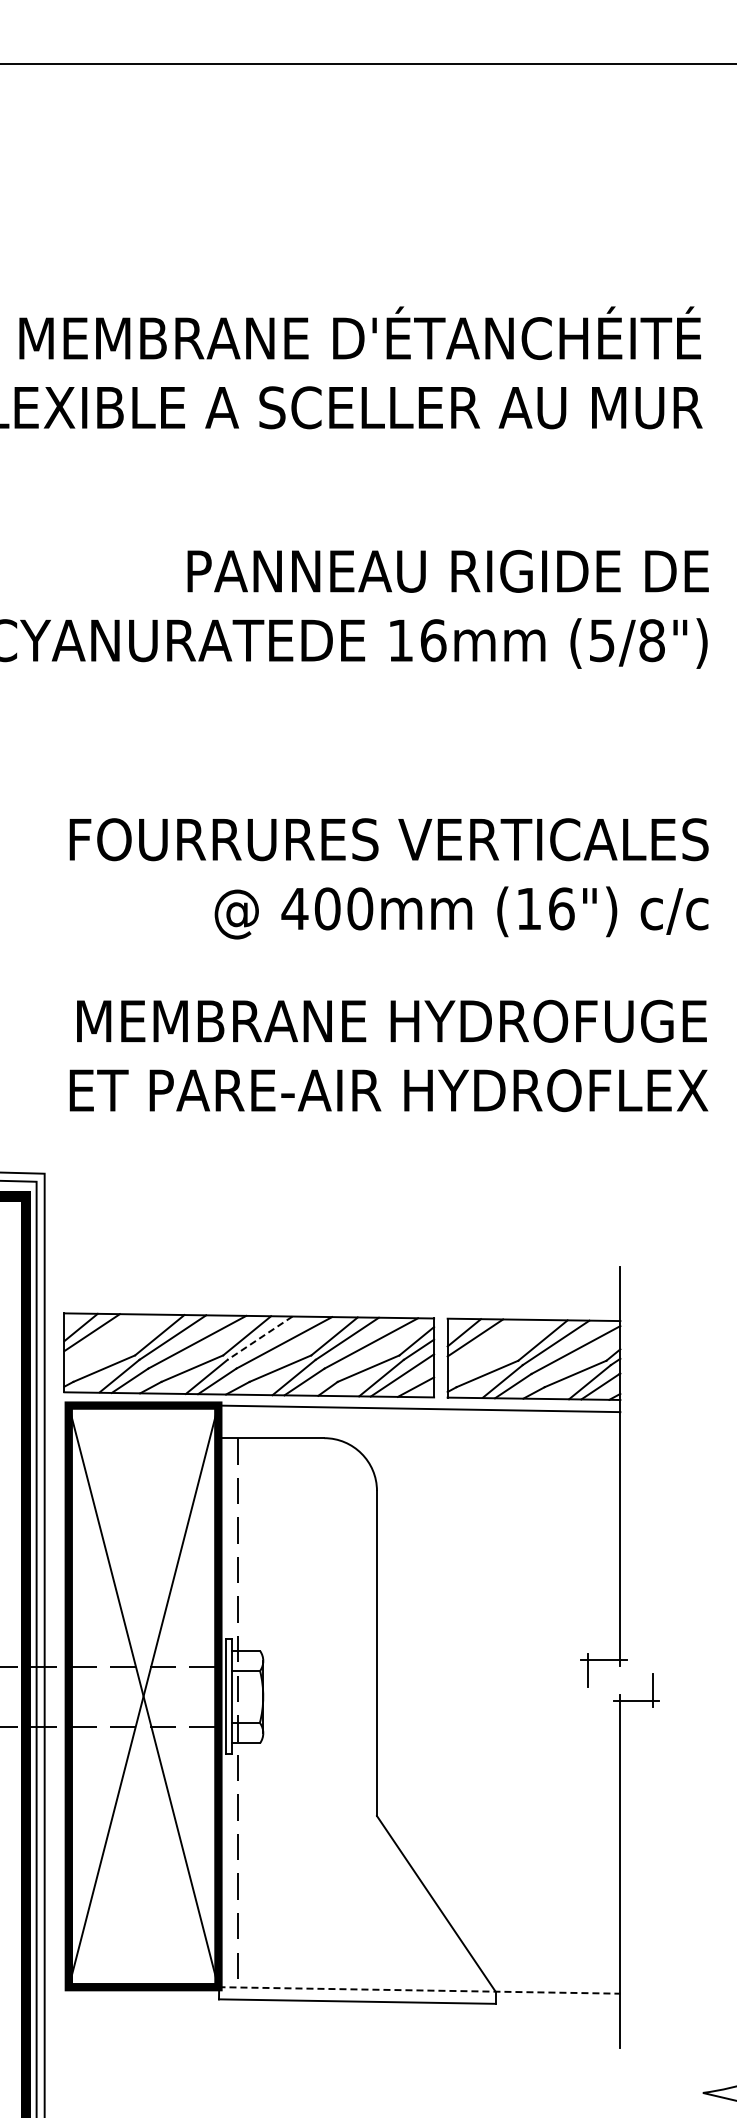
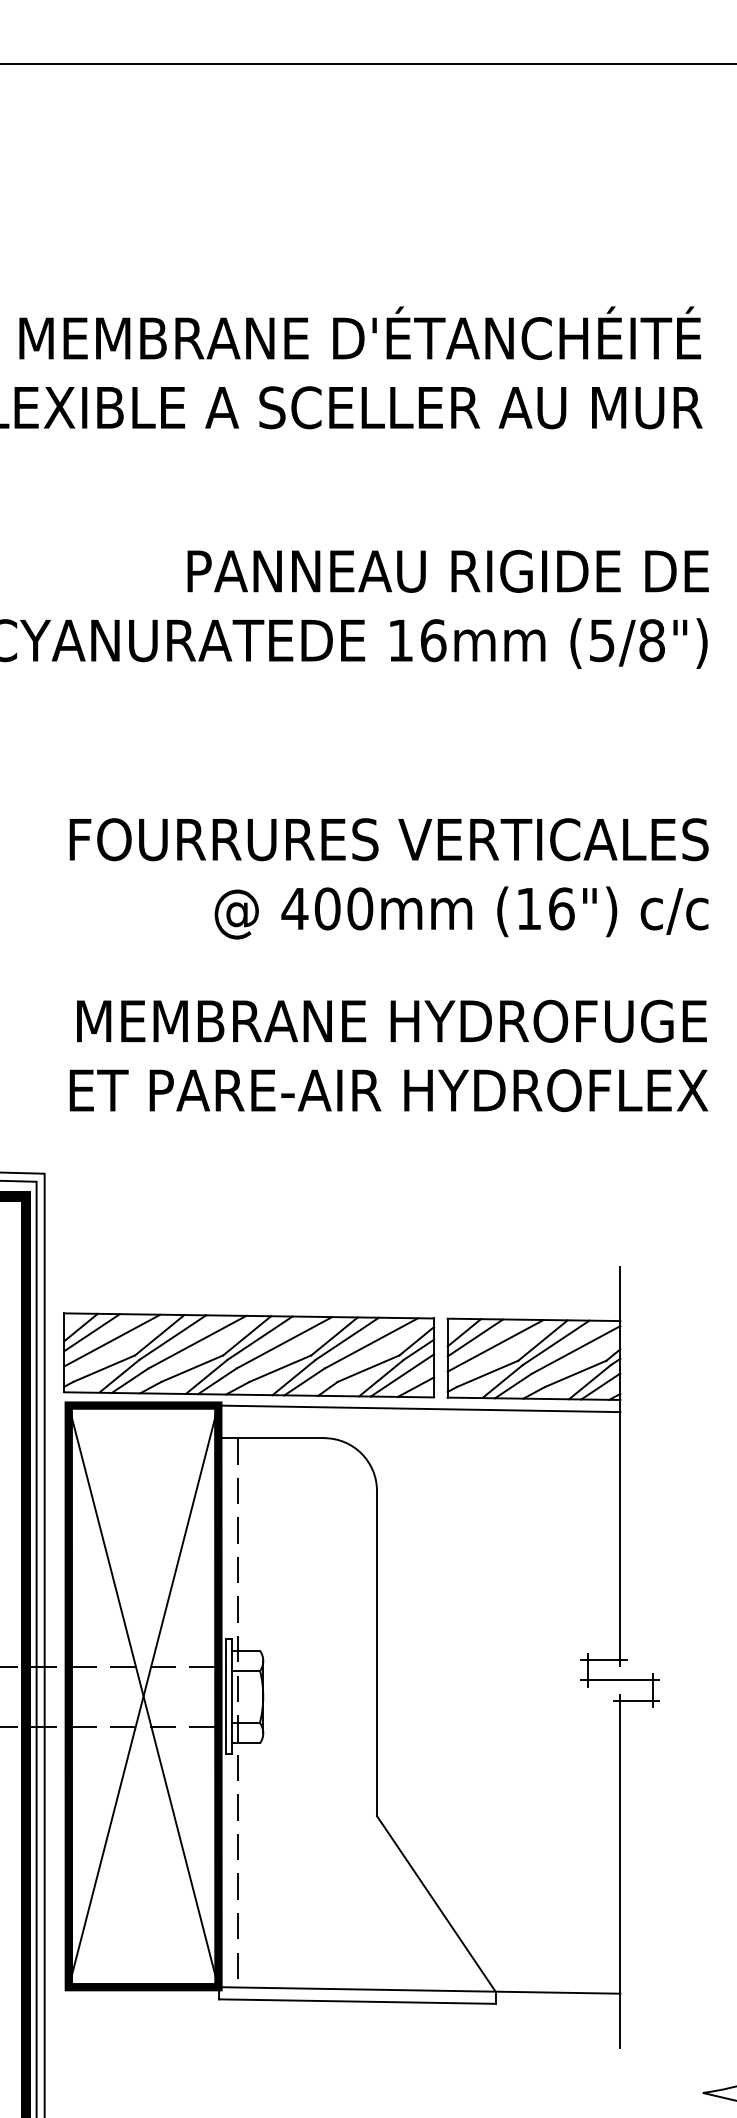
line at (259, 1338): dashed -> solid
line at (112, 1340): none -> present
line at (495, 1345): none -> present
line at (620, 1680): none -> present
line at (419, 1990): dashed -> solid
